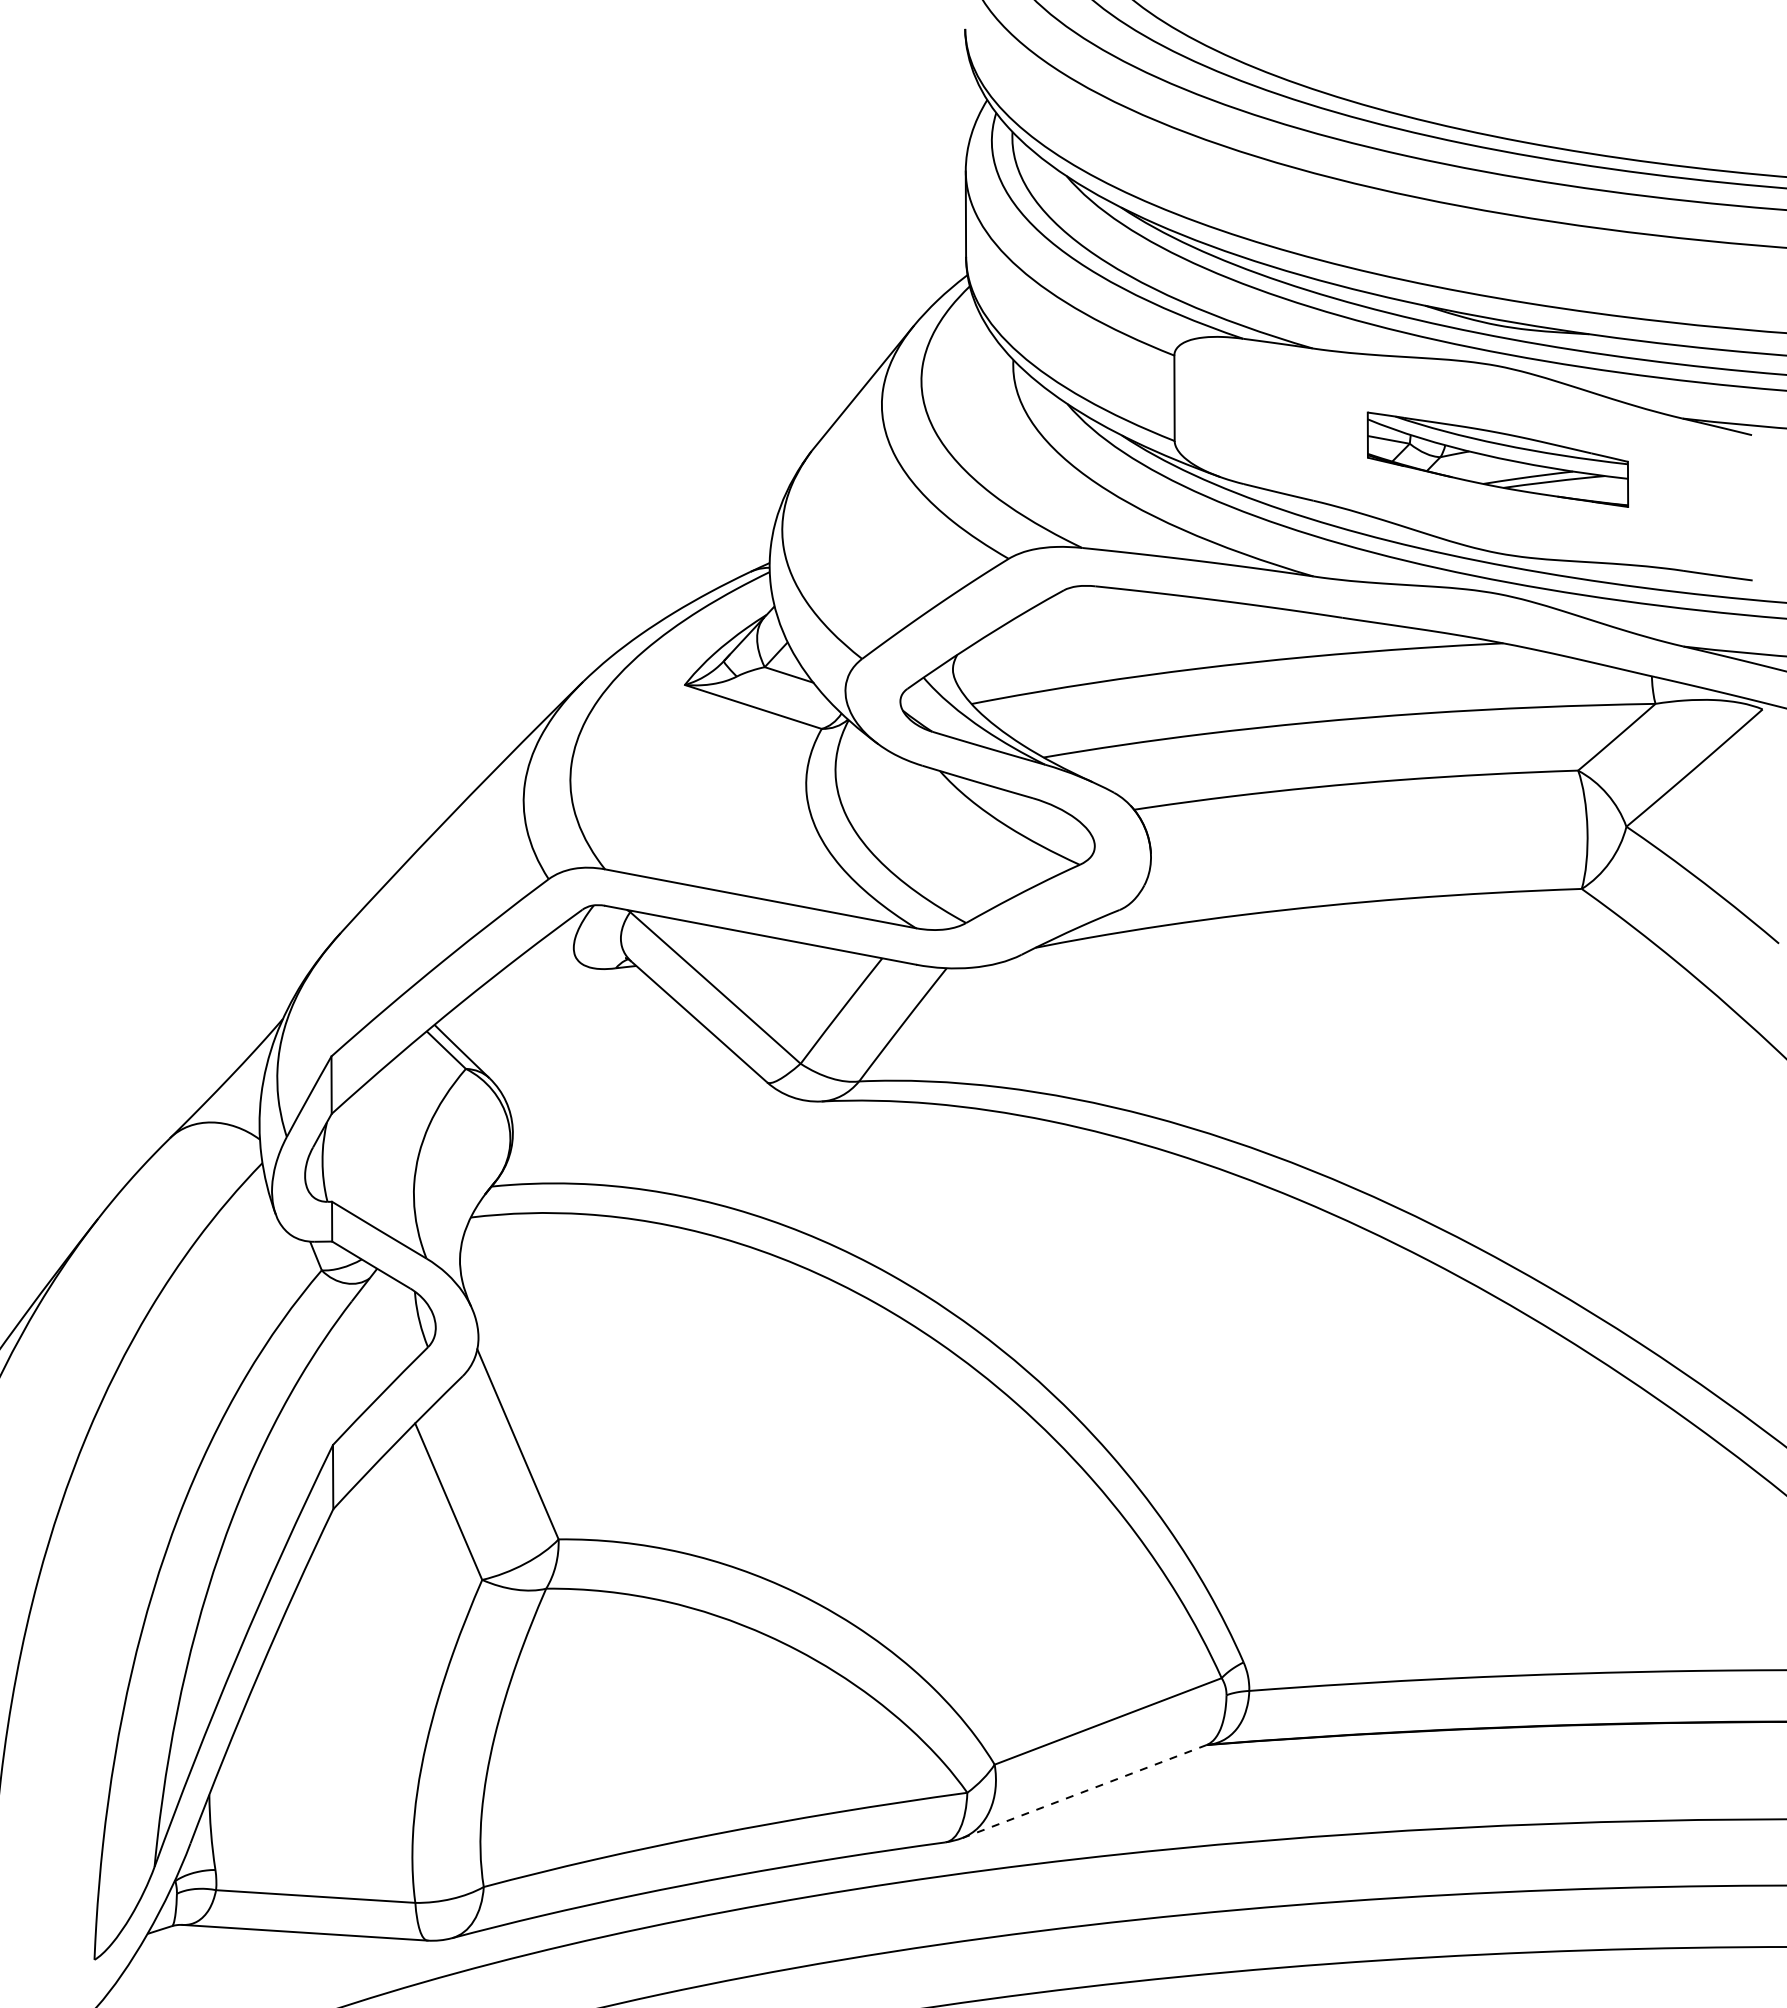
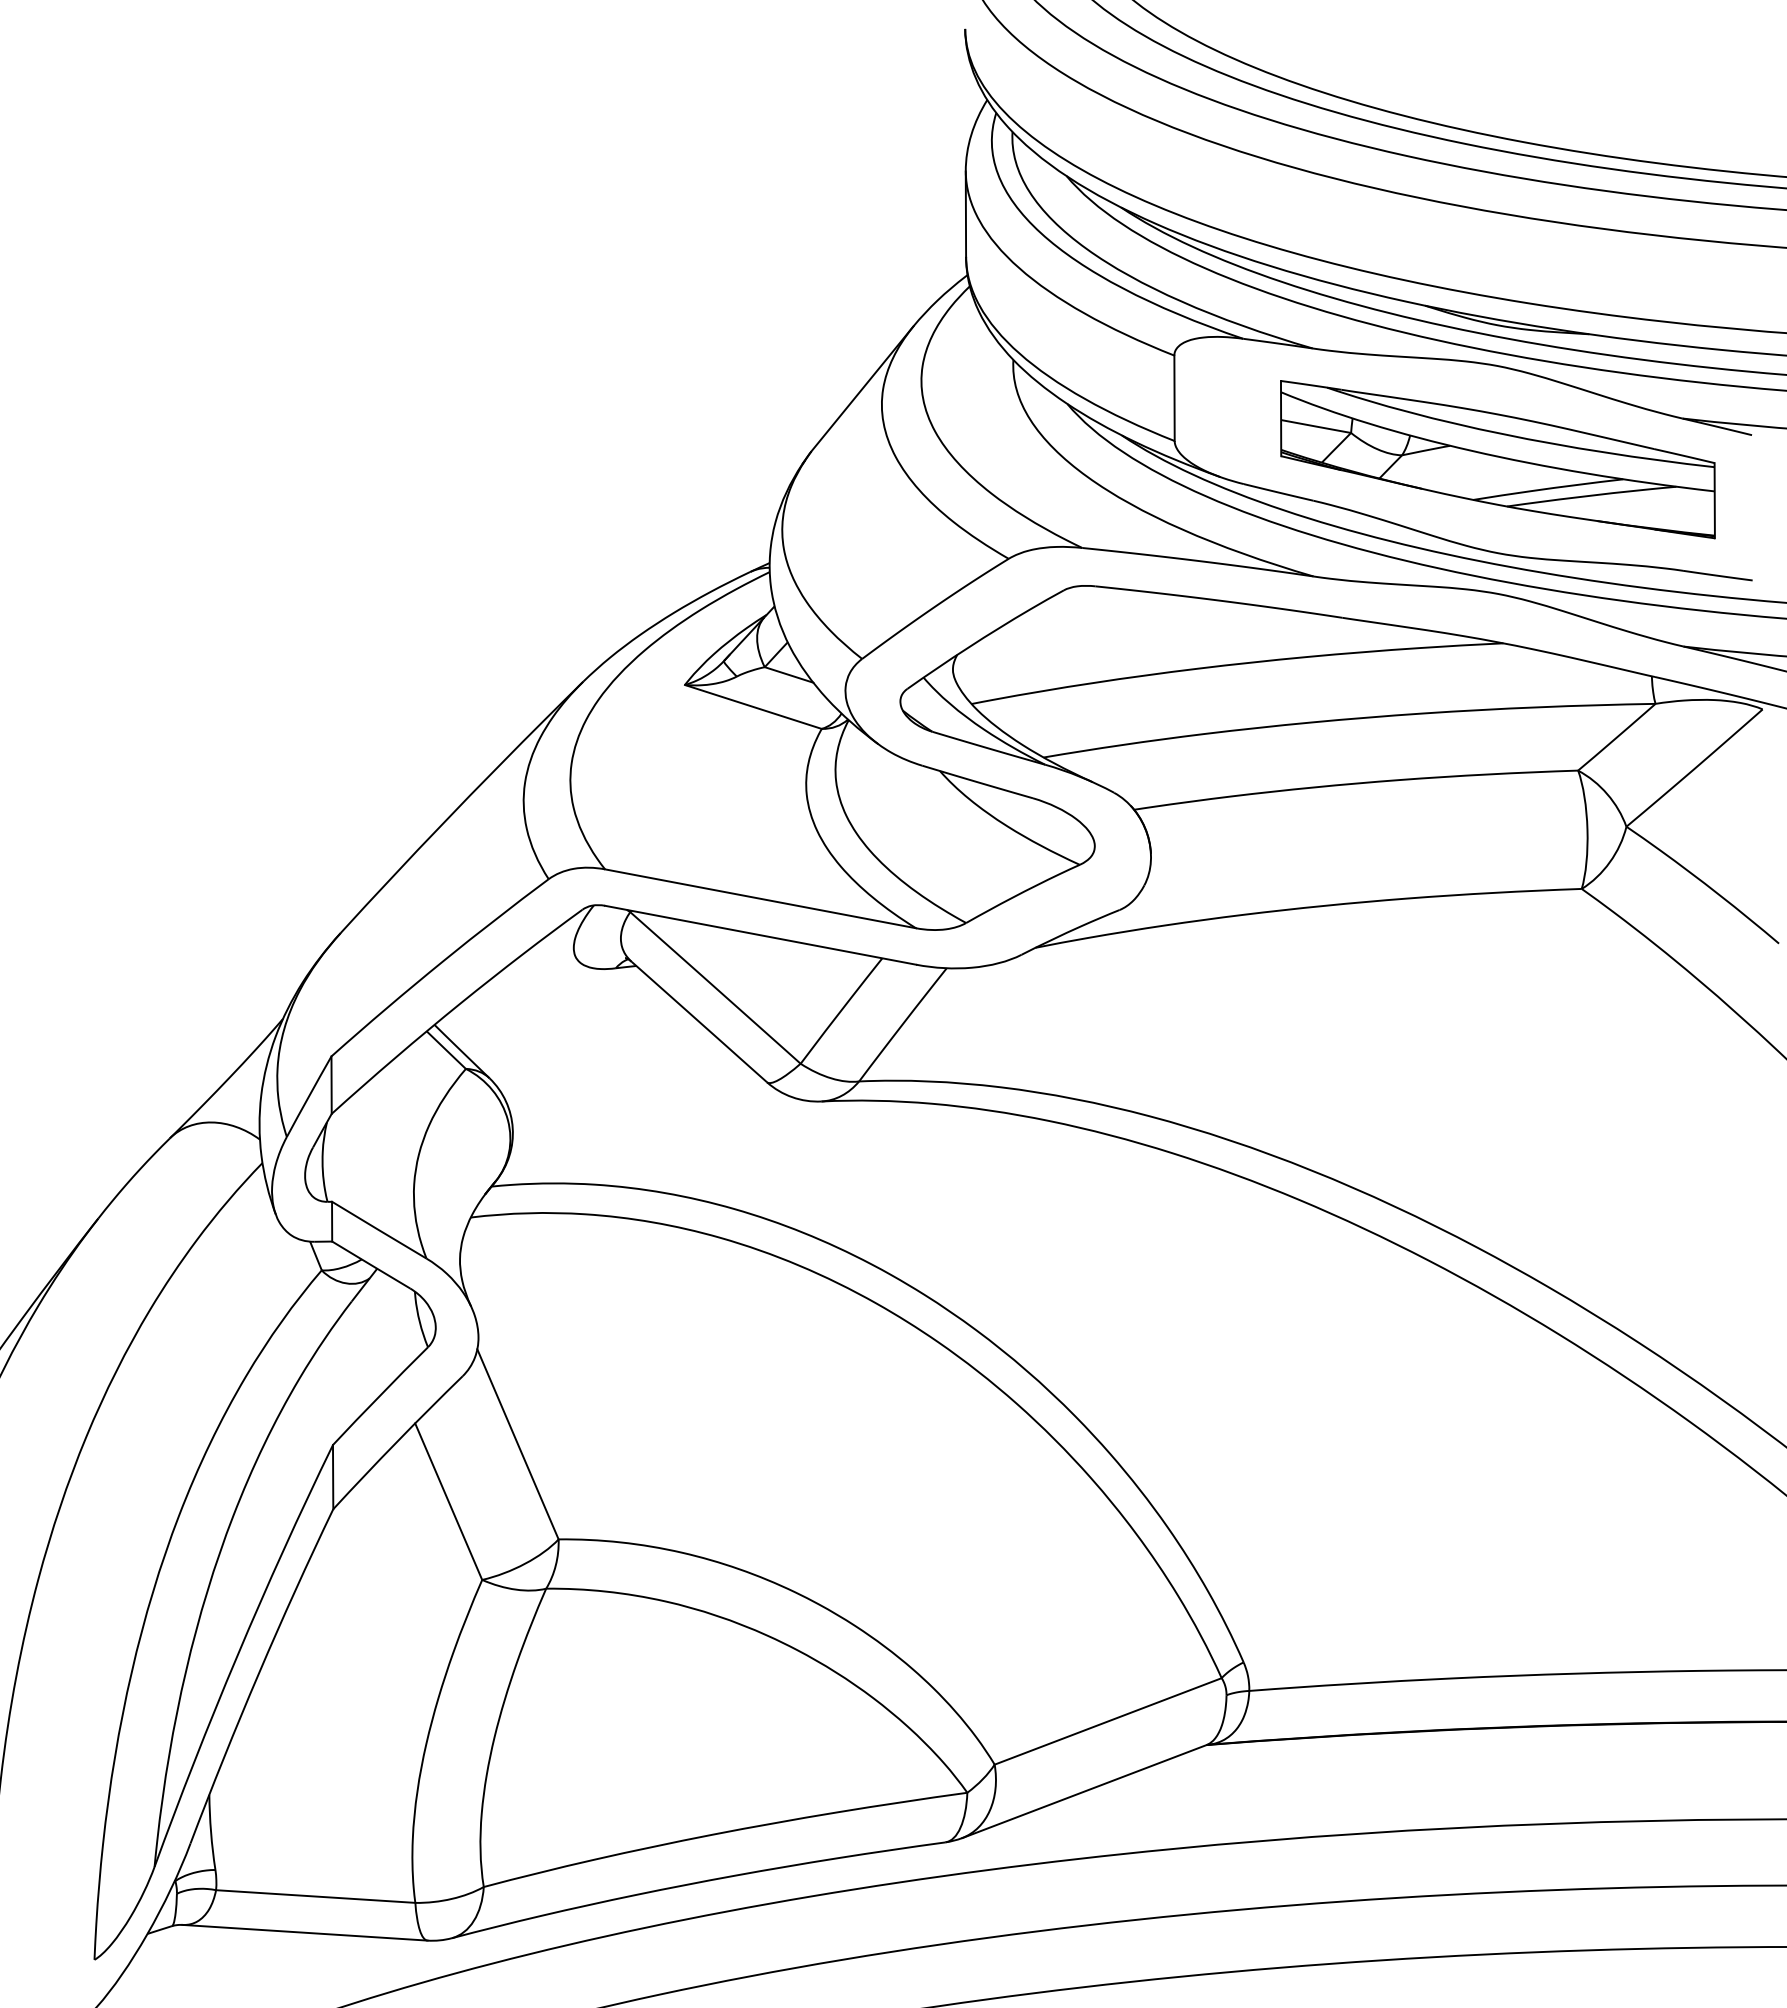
part at (1497, 459) size: 263x97 px -> 436x160 px
line at (1084, 1791): dashed -> solid
